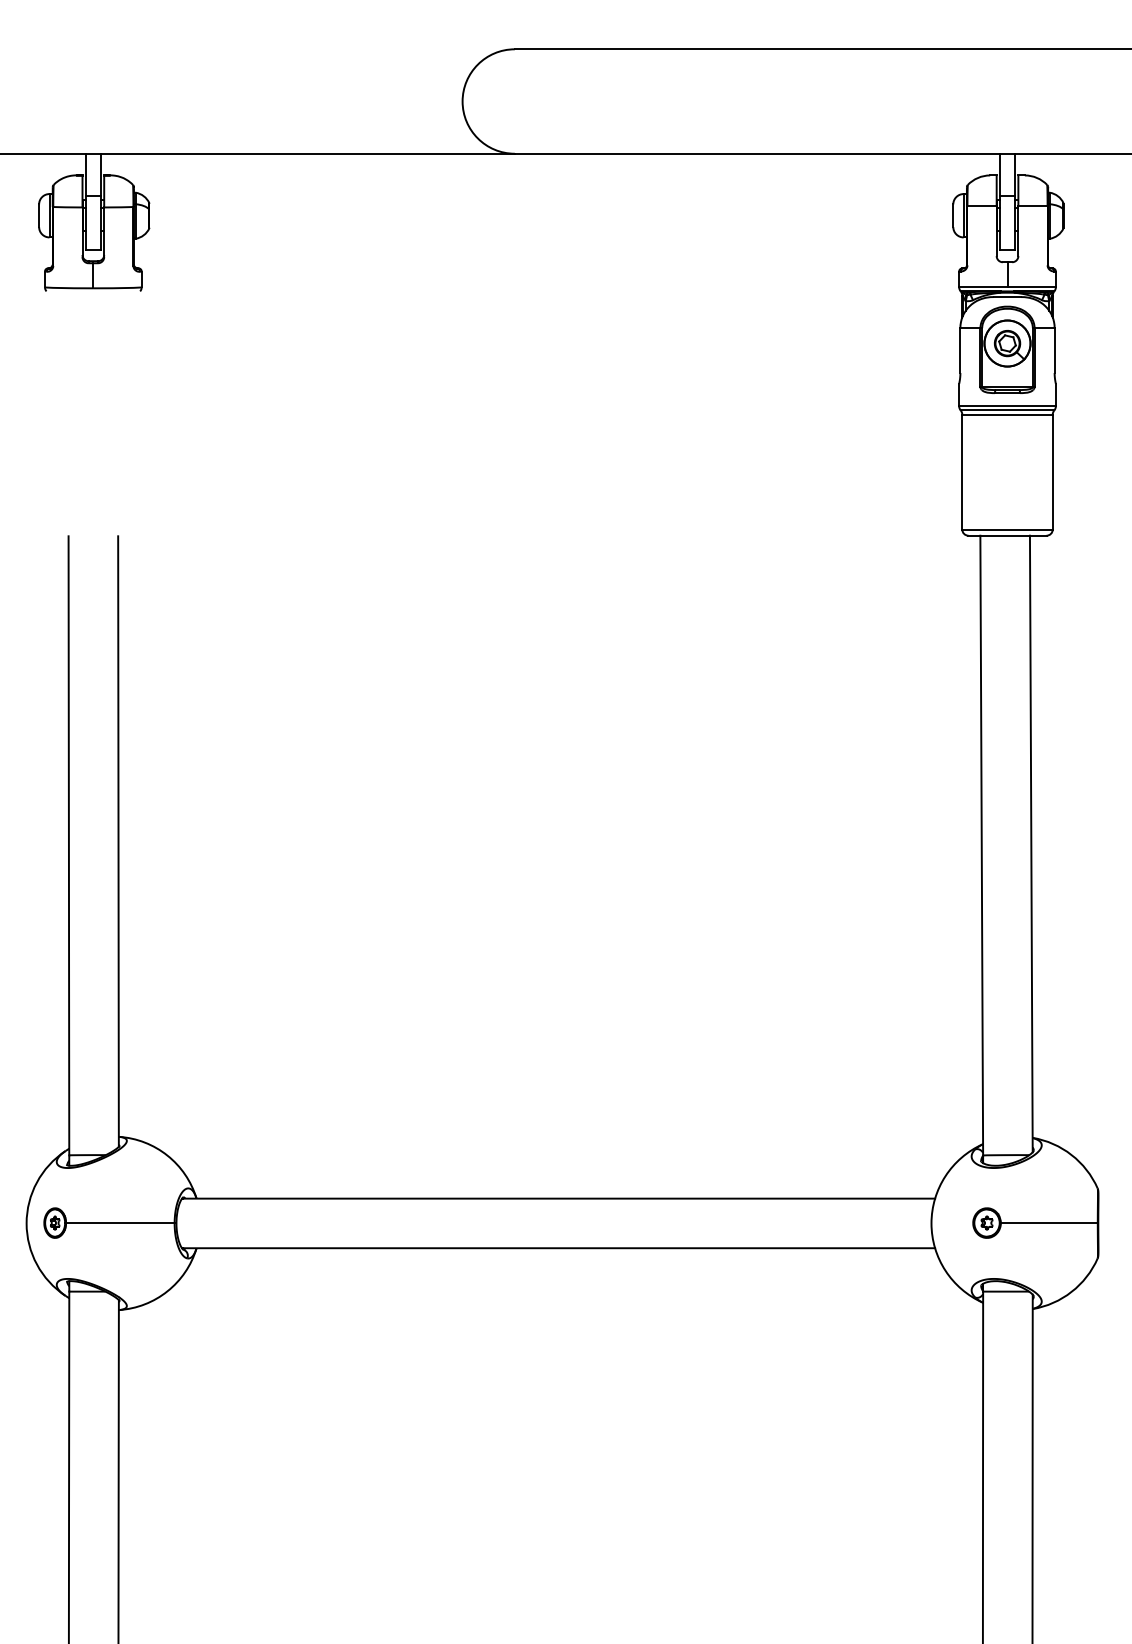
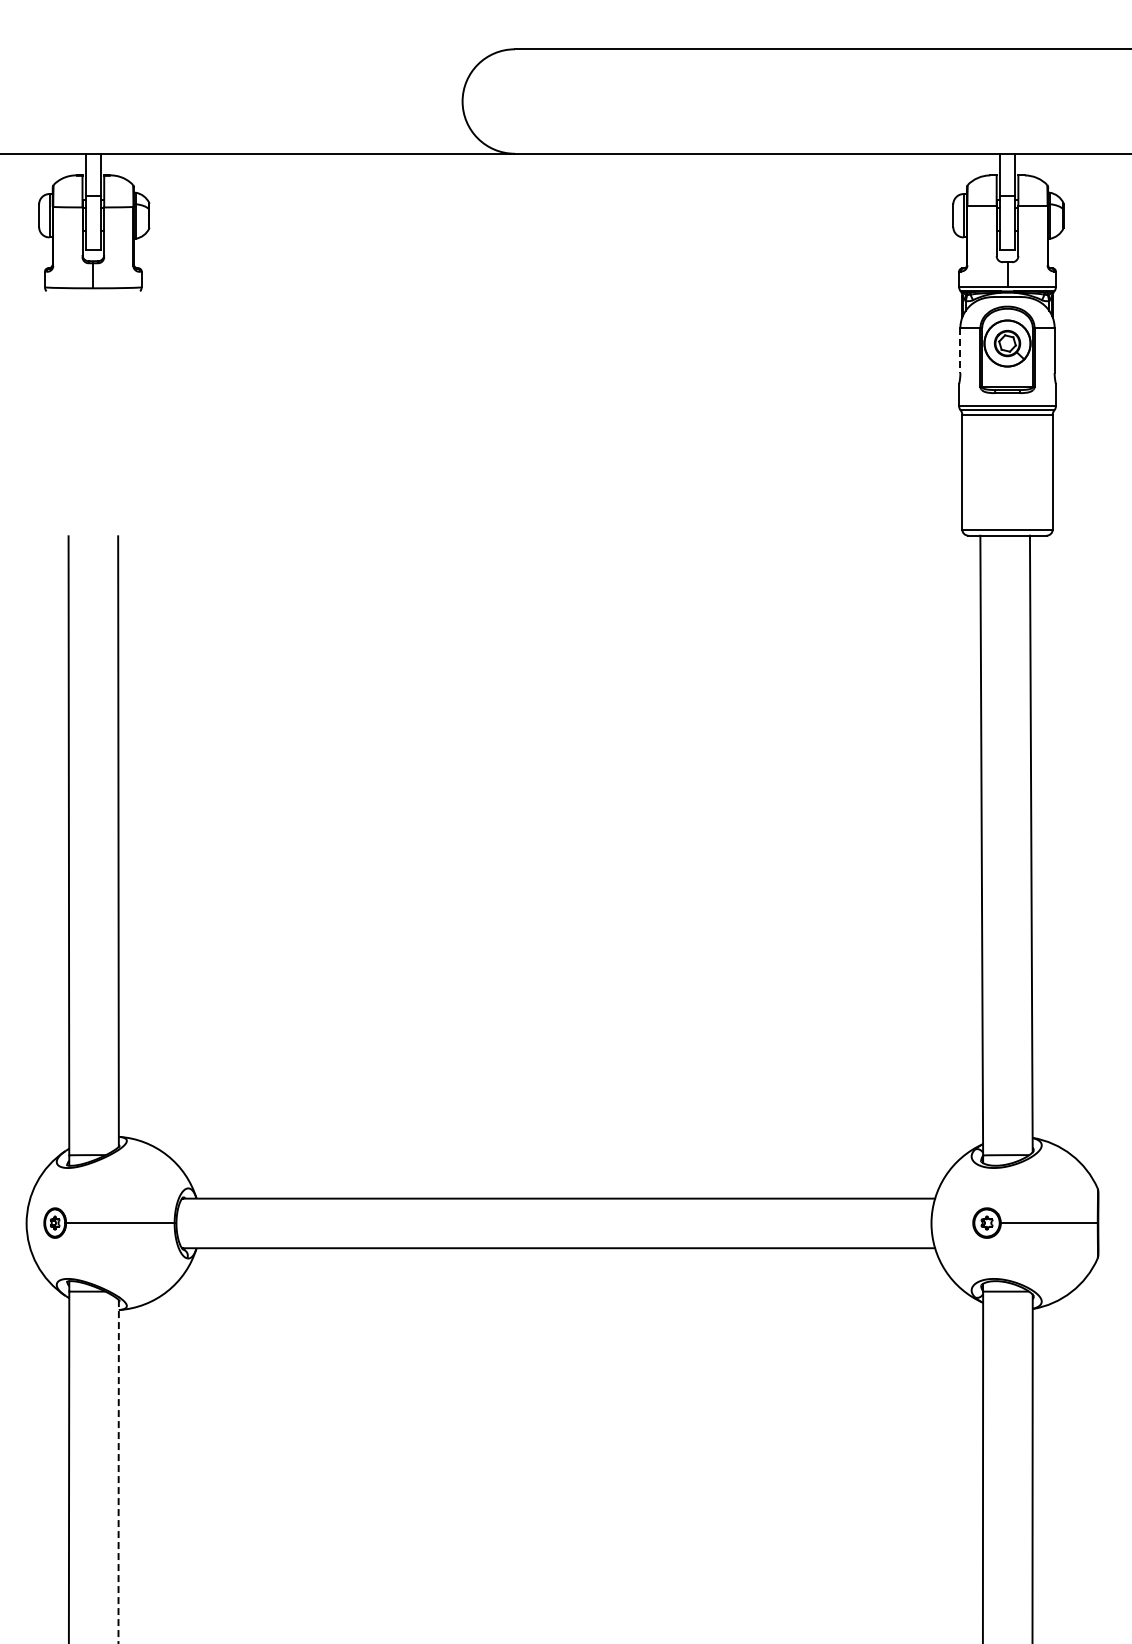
line at (960, 351): solid -> dashed
line at (118, 1471): solid -> dashed
